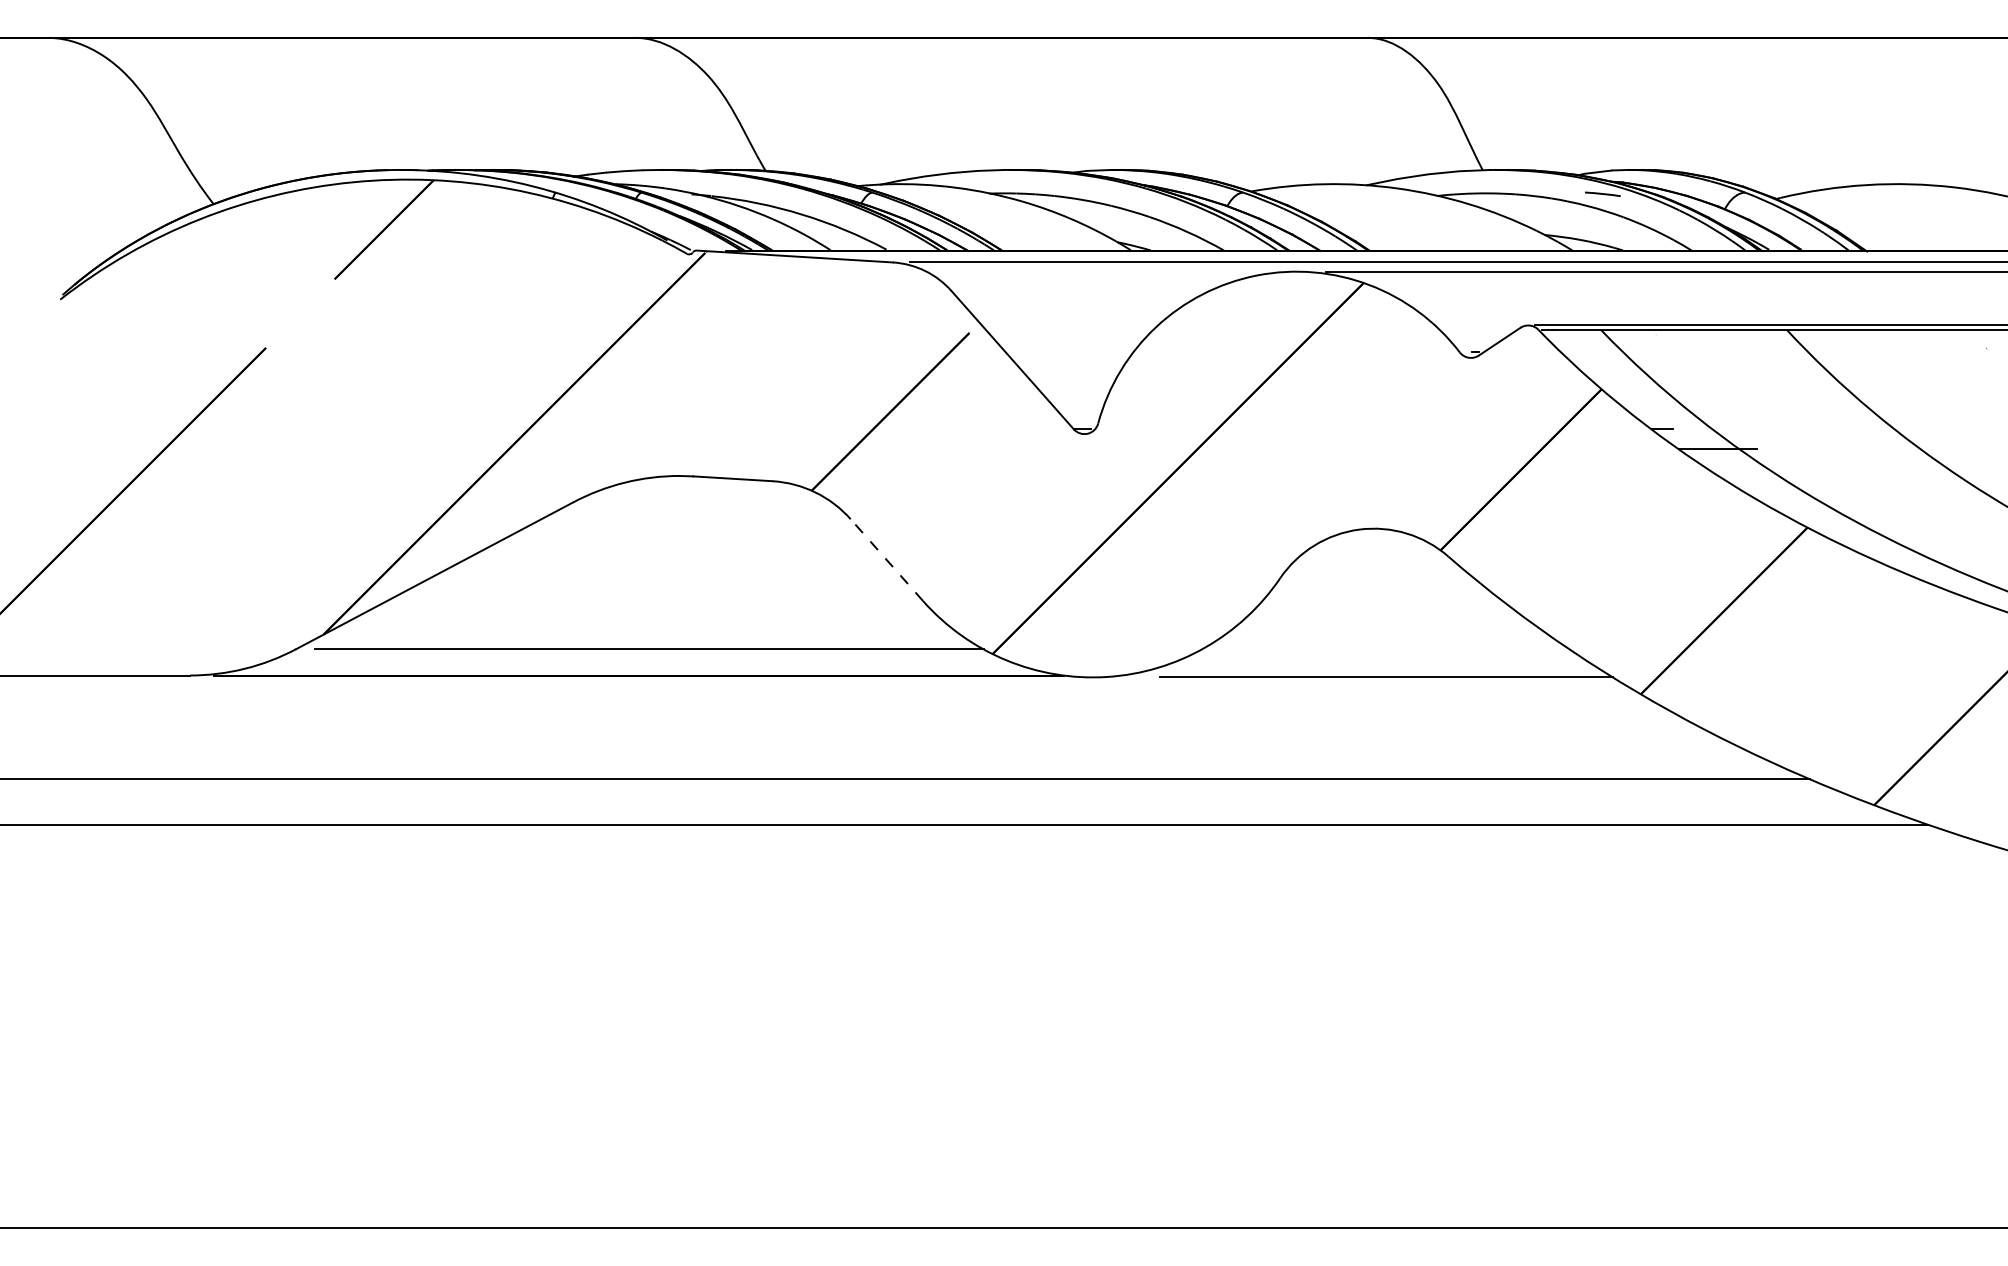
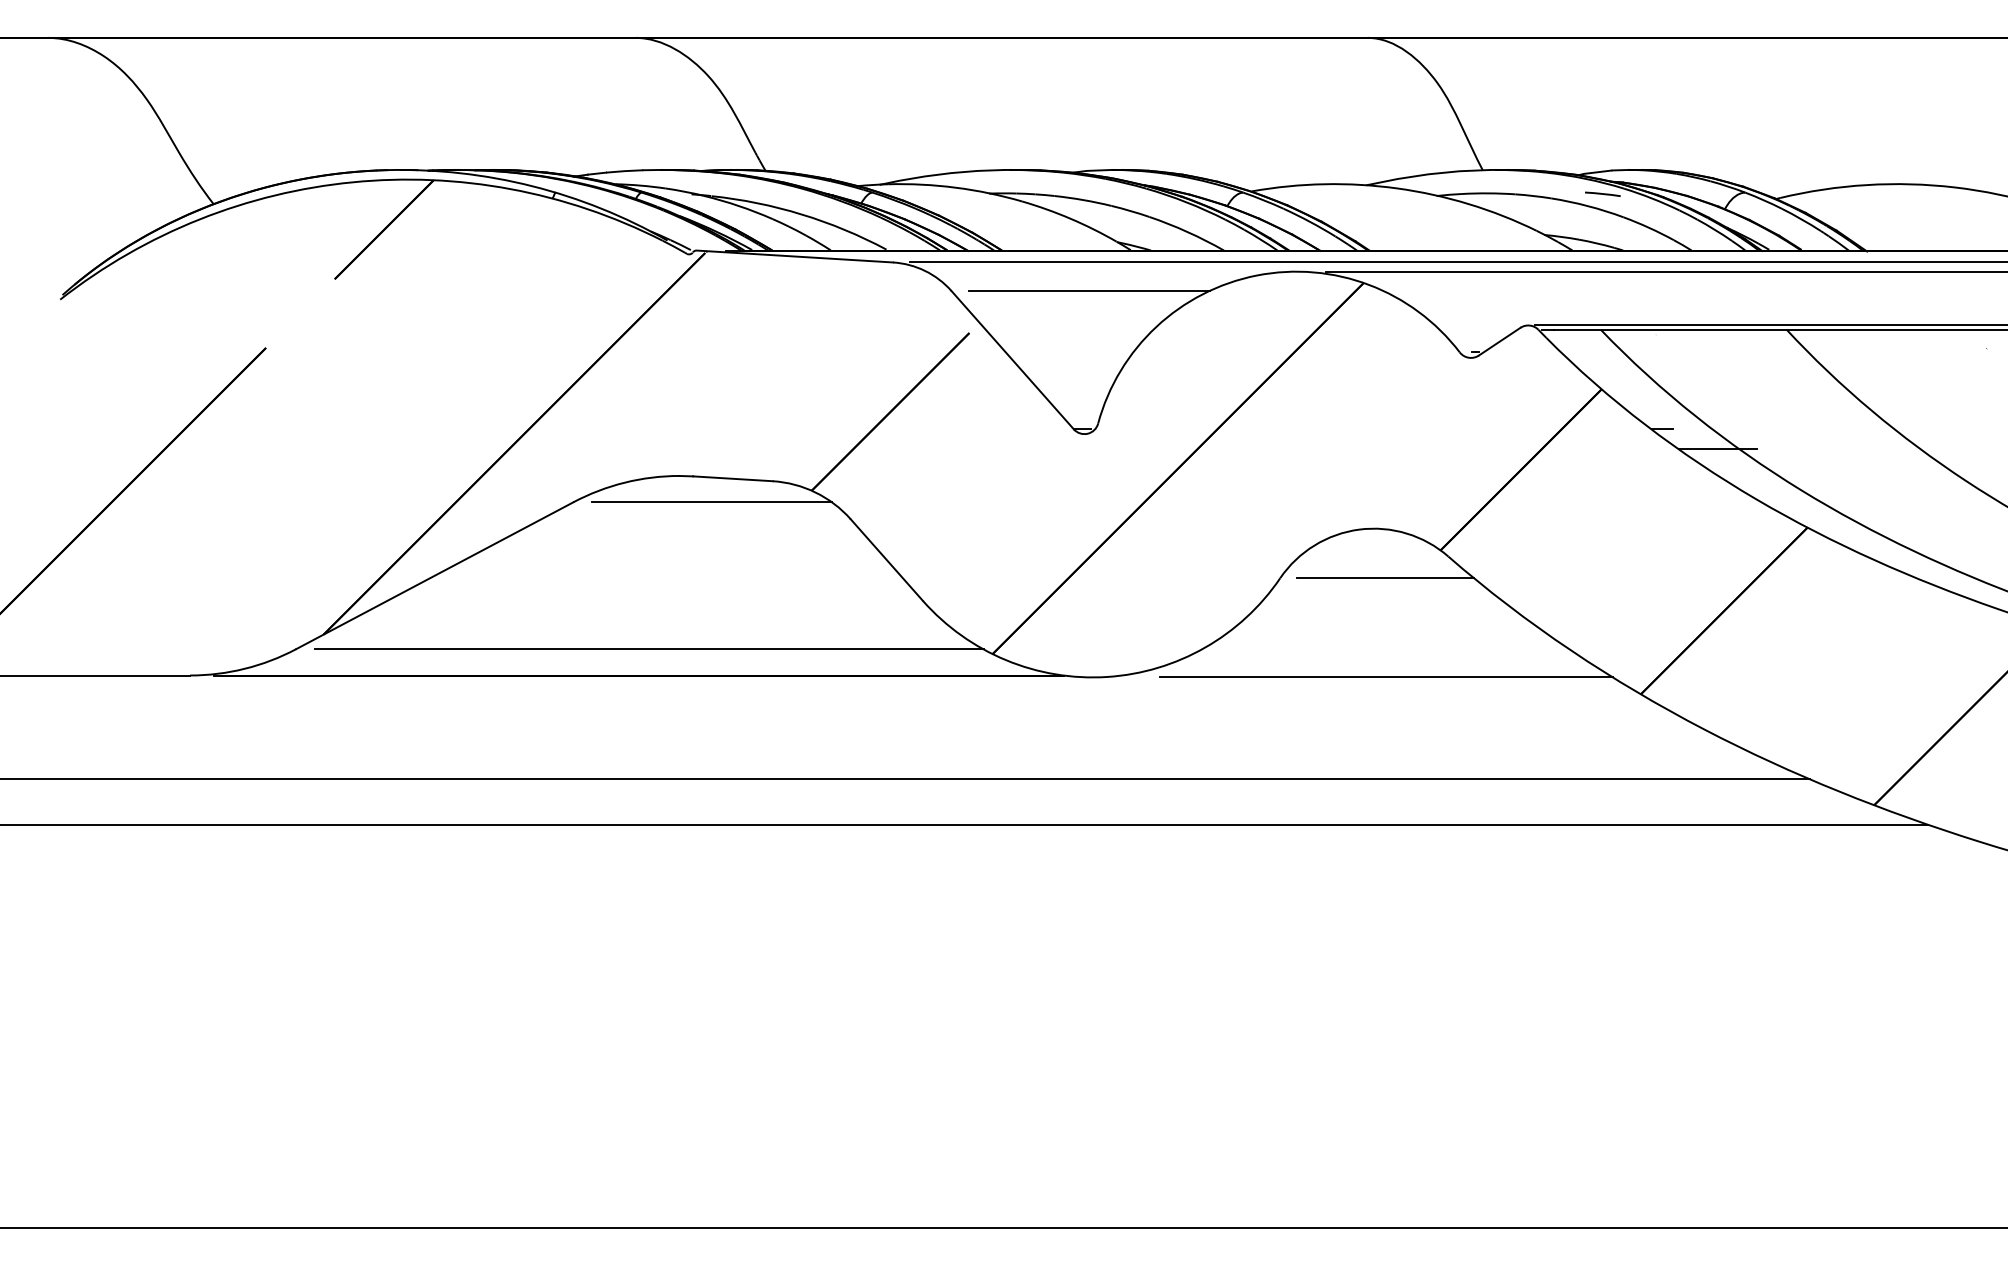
line at (1089, 291): none -> present
line at (711, 502): none -> present
line at (886, 560): dashed -> solid
line at (1385, 578): none -> present
